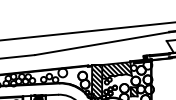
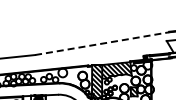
line at (87, 31): present -> none
line at (102, 43): solid -> dashed
